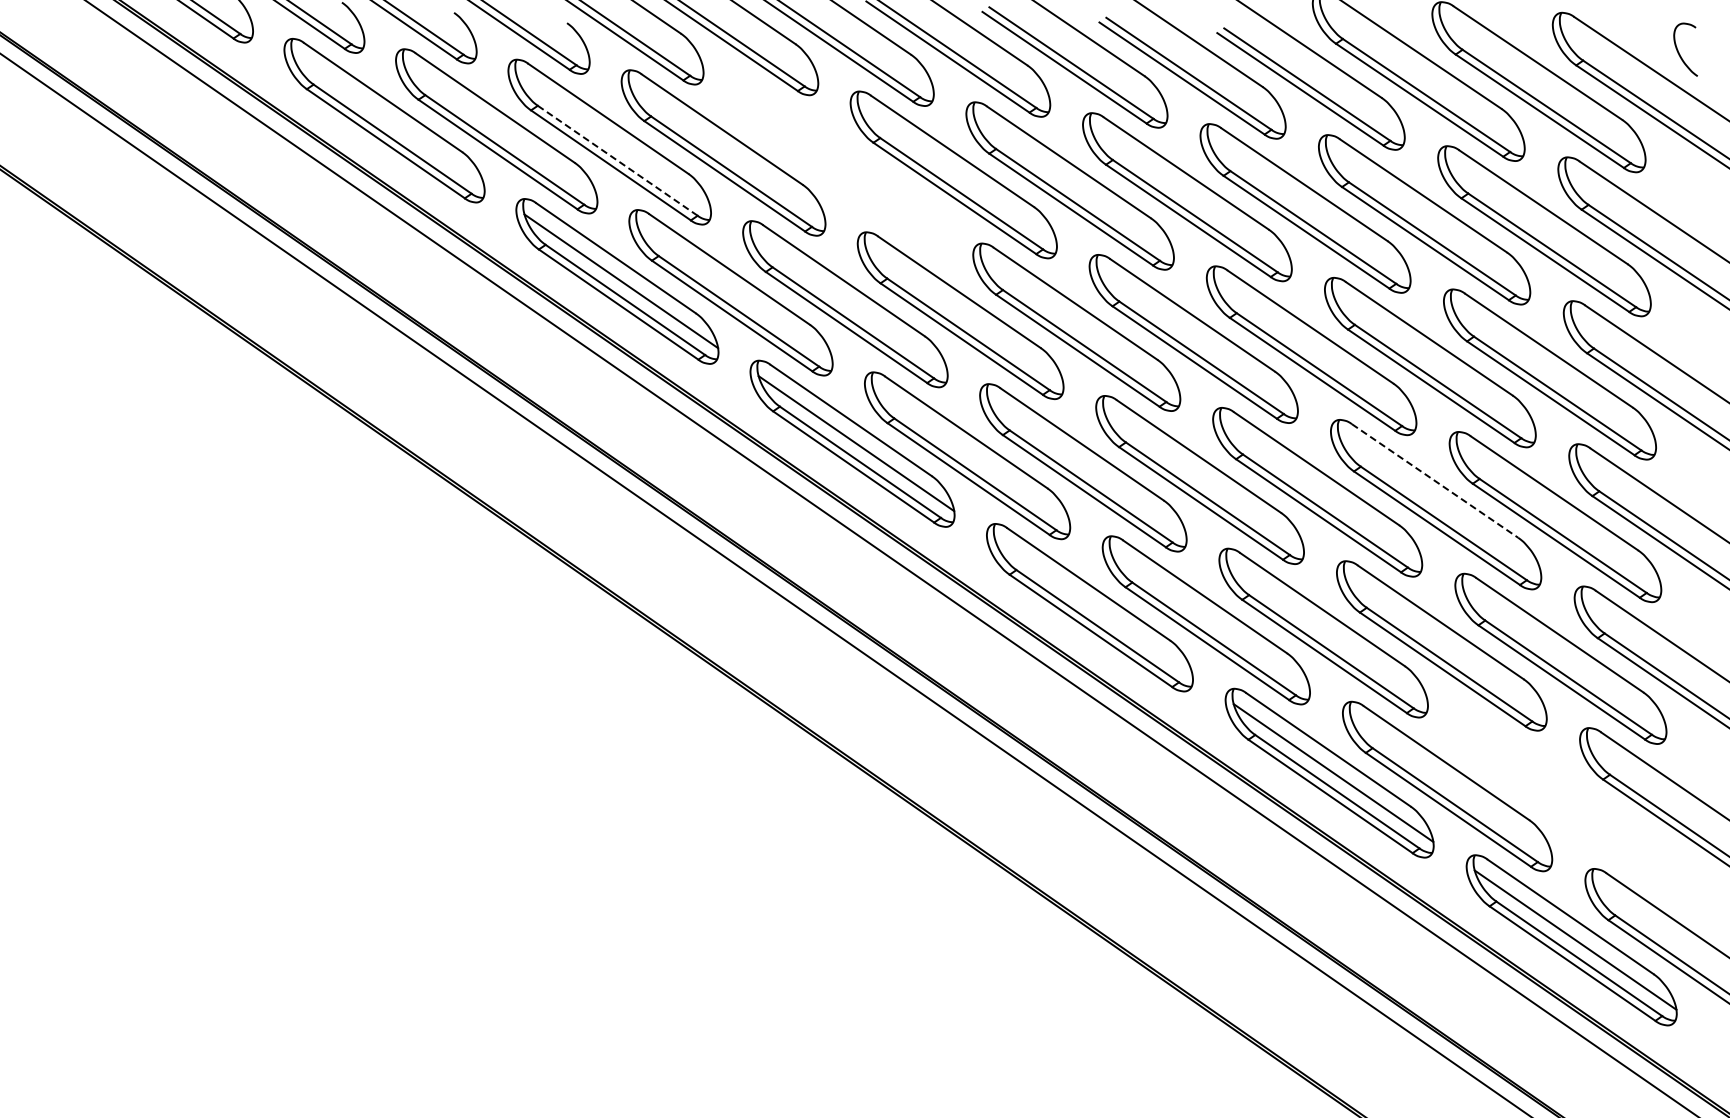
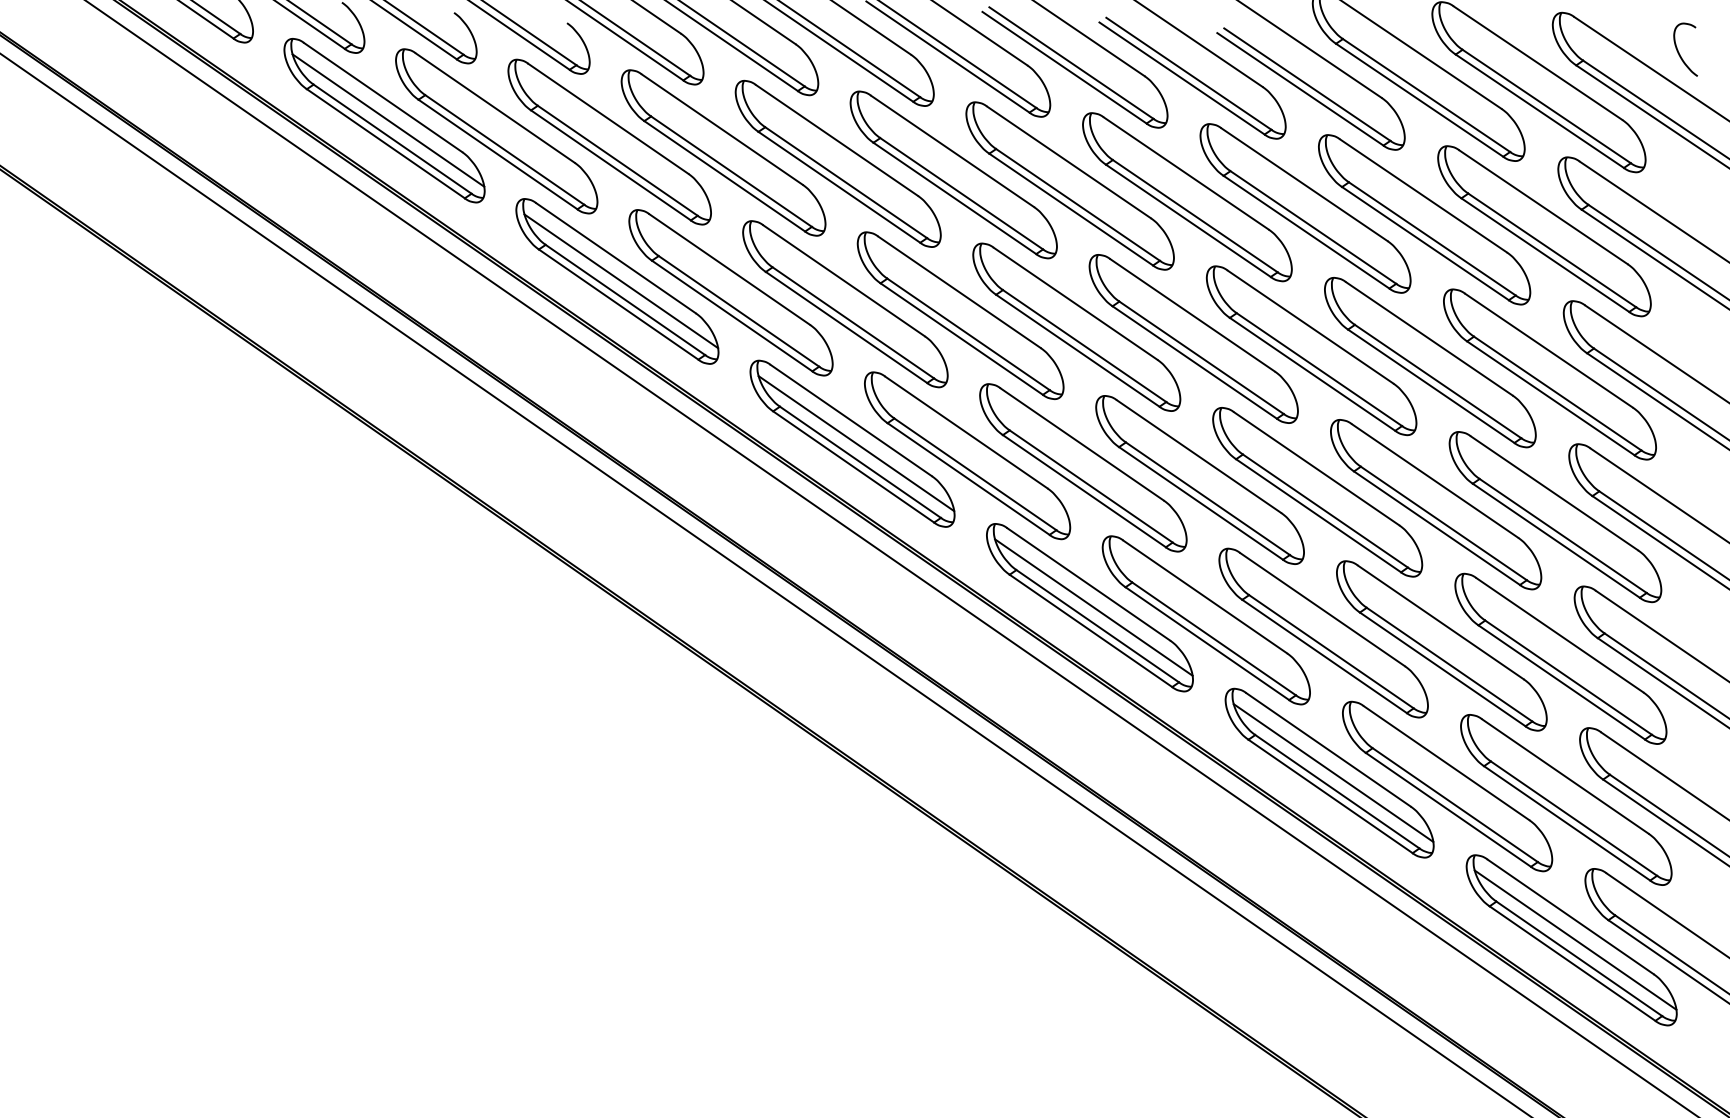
line at (388, 120): none -> present
line at (618, 161): dashed -> solid
part at (837, 163): none -> present
line at (1435, 480): dashed -> solid
line at (1093, 607): none -> present
part at (1566, 799): none -> present
